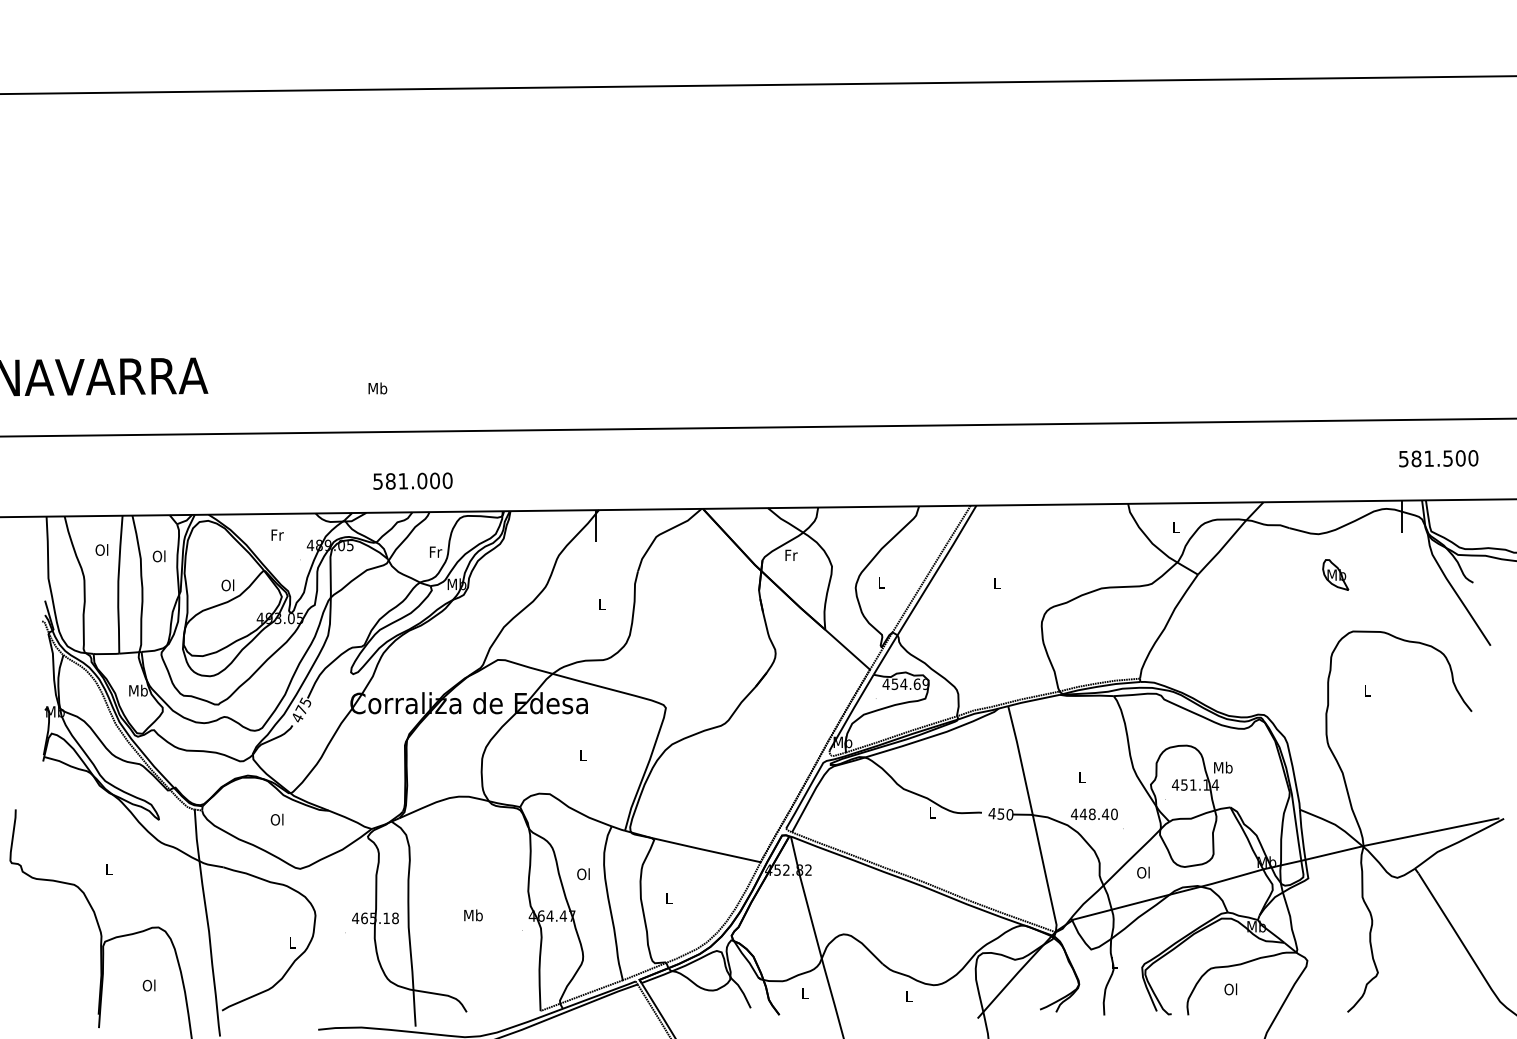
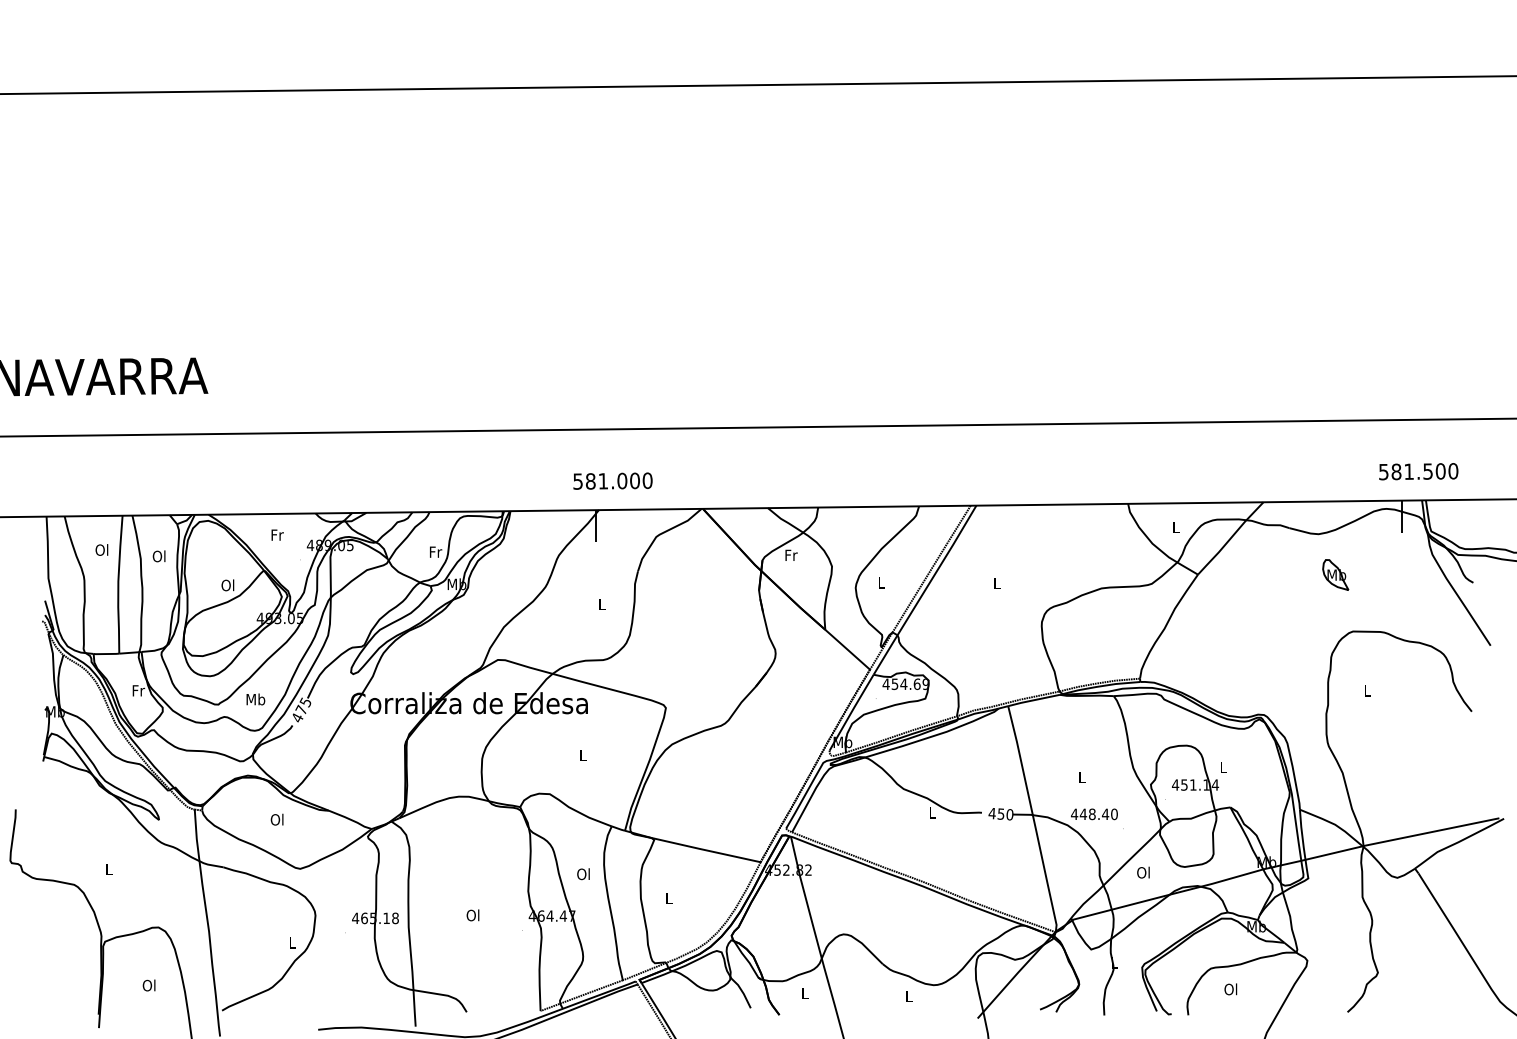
text at (377, 388) position: (377, 388) -> (255, 699)
text at (1438, 458) position: (1438, 458) -> (1418, 471)
text at (412, 480) position: (412, 480) -> (612, 480)
text at (138, 690): Mb -> Fr
text at (1223, 767): Mb -> L
text at (473, 915): Mb -> Ol
